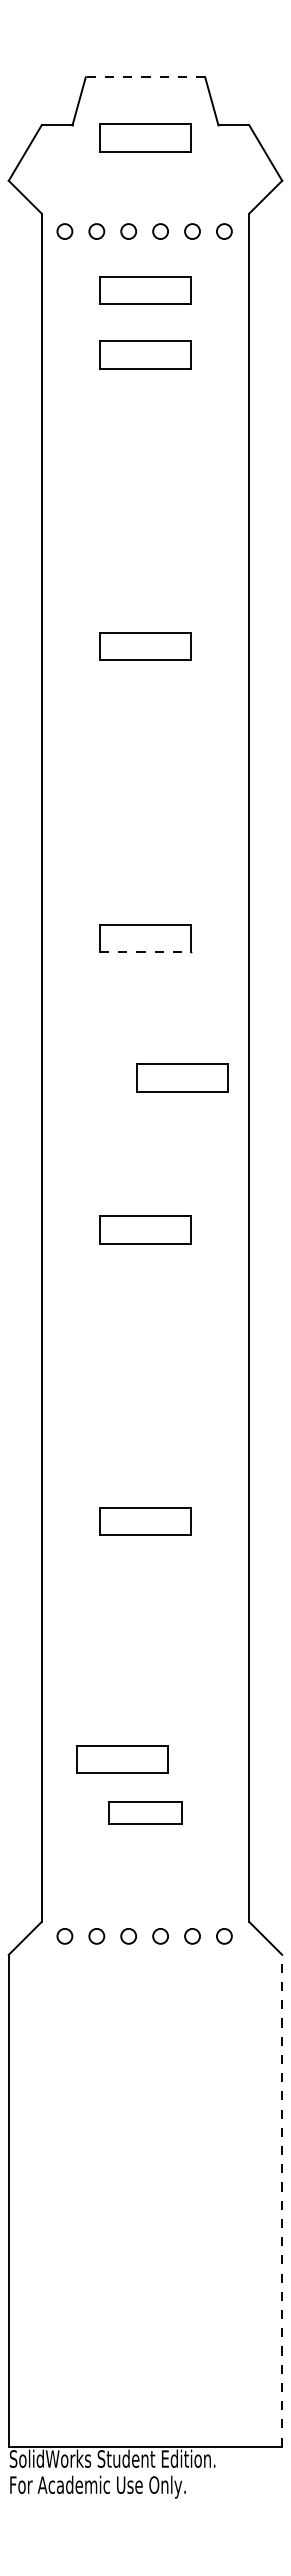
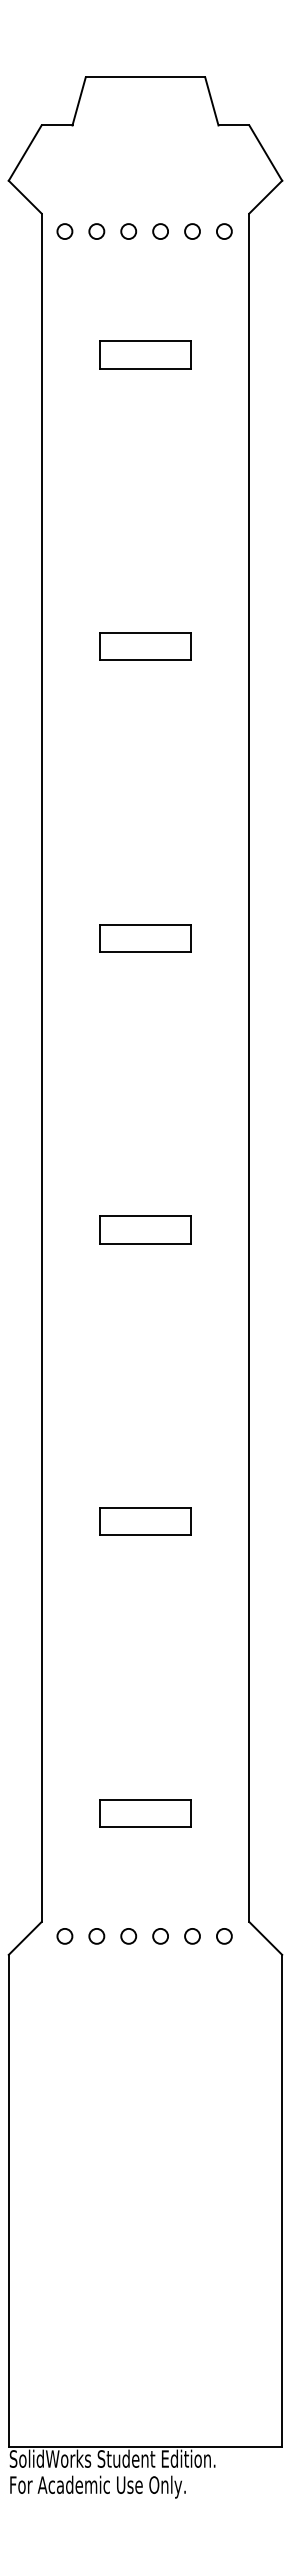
line at (145, 77): dashed -> solid
part at (145, 137): present -> none
part at (145, 290): present -> none
line at (145, 952): dashed -> solid
part at (182, 1077): present -> none
part at (122, 1759): present -> none
part at (145, 1812) size: 75x24 px -> 93x29 px
line at (282, 2200): dashed -> solid
